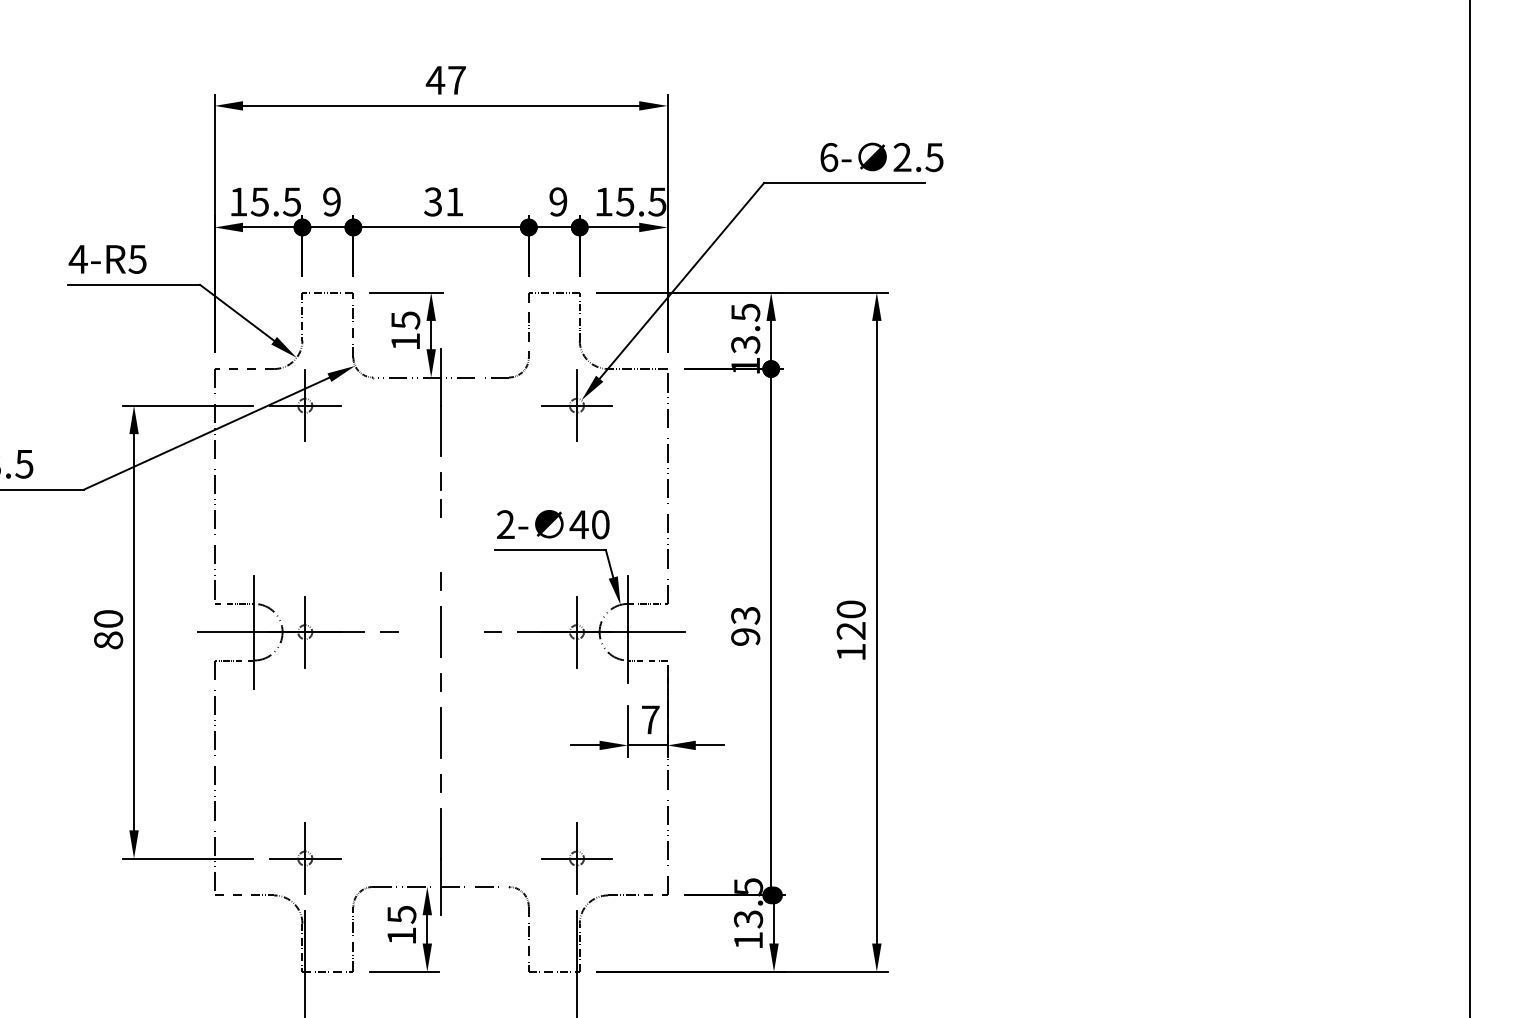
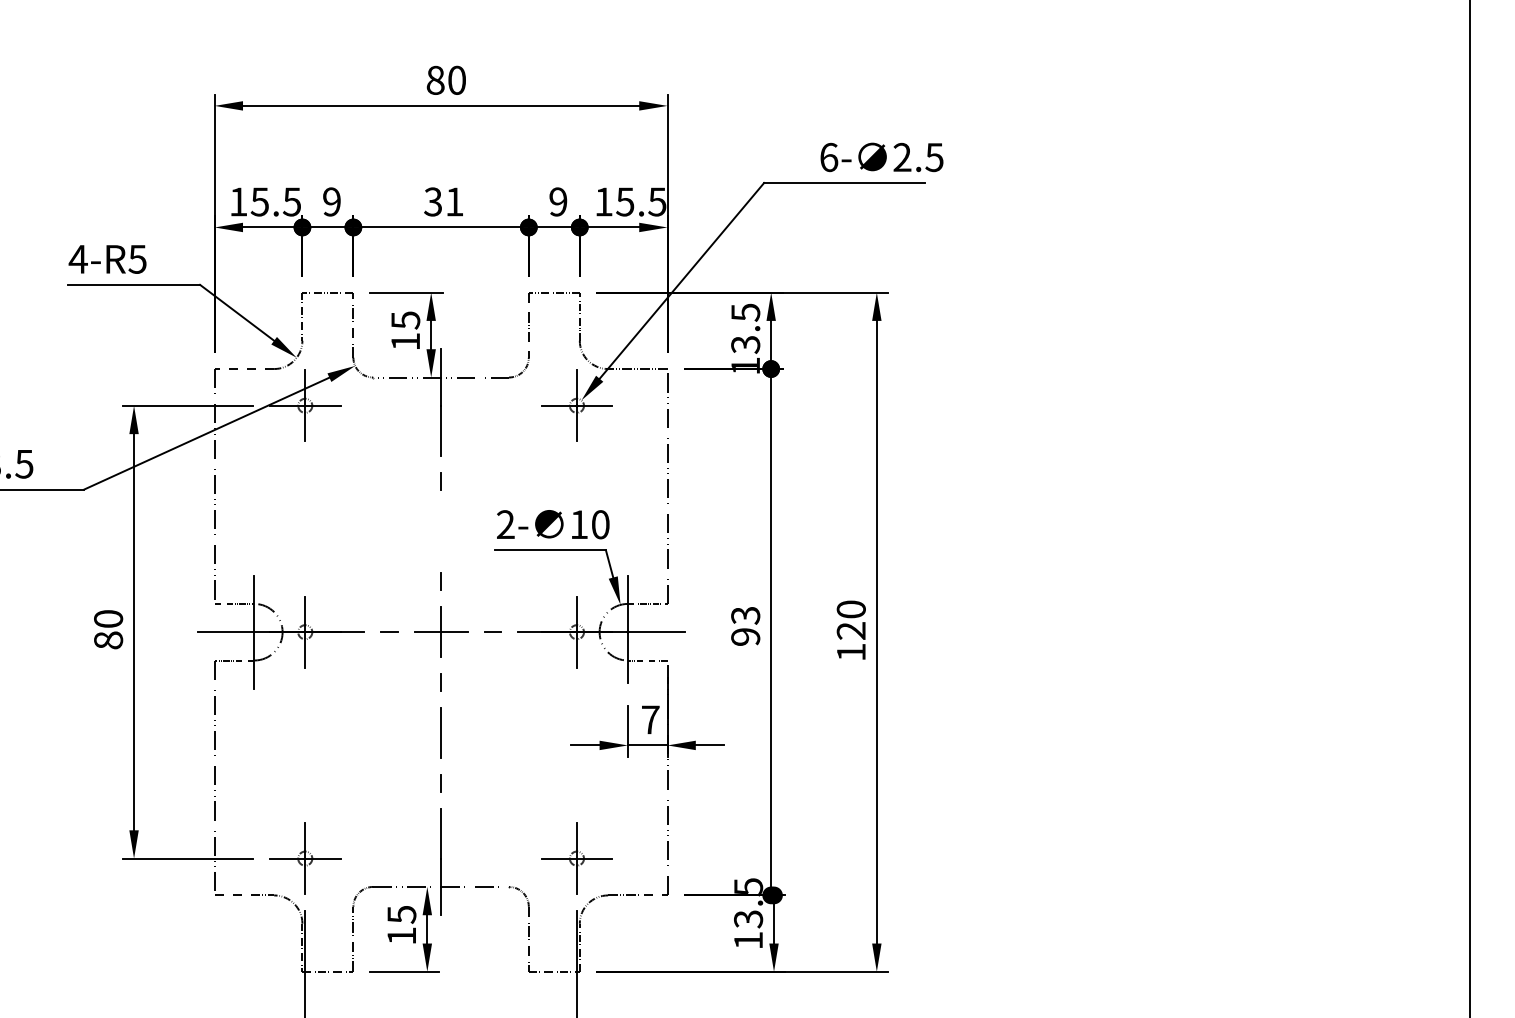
text at (445, 79): 47 -> 80
line at (440, 508): present -> none
text at (578, 524): 40 -> 10
line at (440, 632): none -> present
